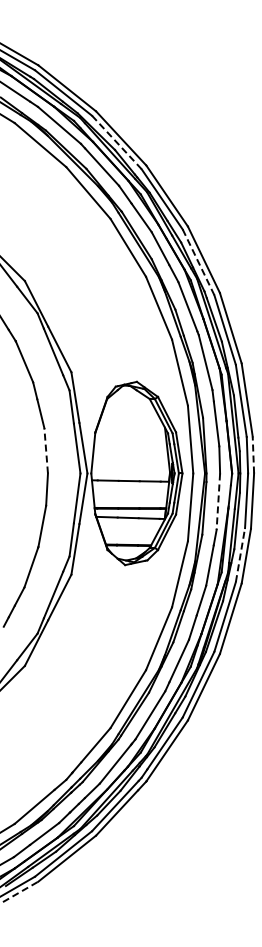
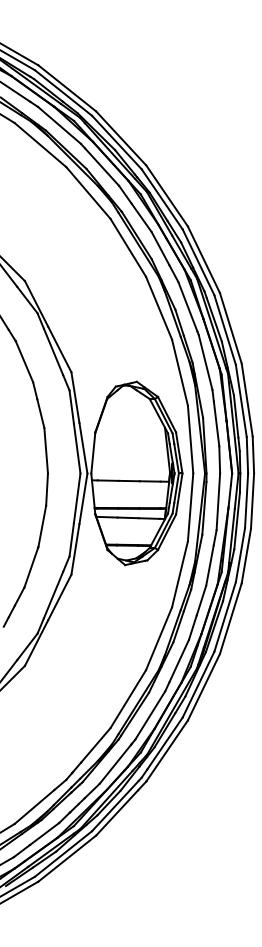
line at (117, 142): dashed -> solid
line at (198, 262): dashed -> solid
line at (46, 450): dashed -> solid
line at (253, 454): dashed -> solid
line at (218, 502): dashed -> solid
line at (240, 554): dashed -> solid
line at (19, 892): dashed -> solid
